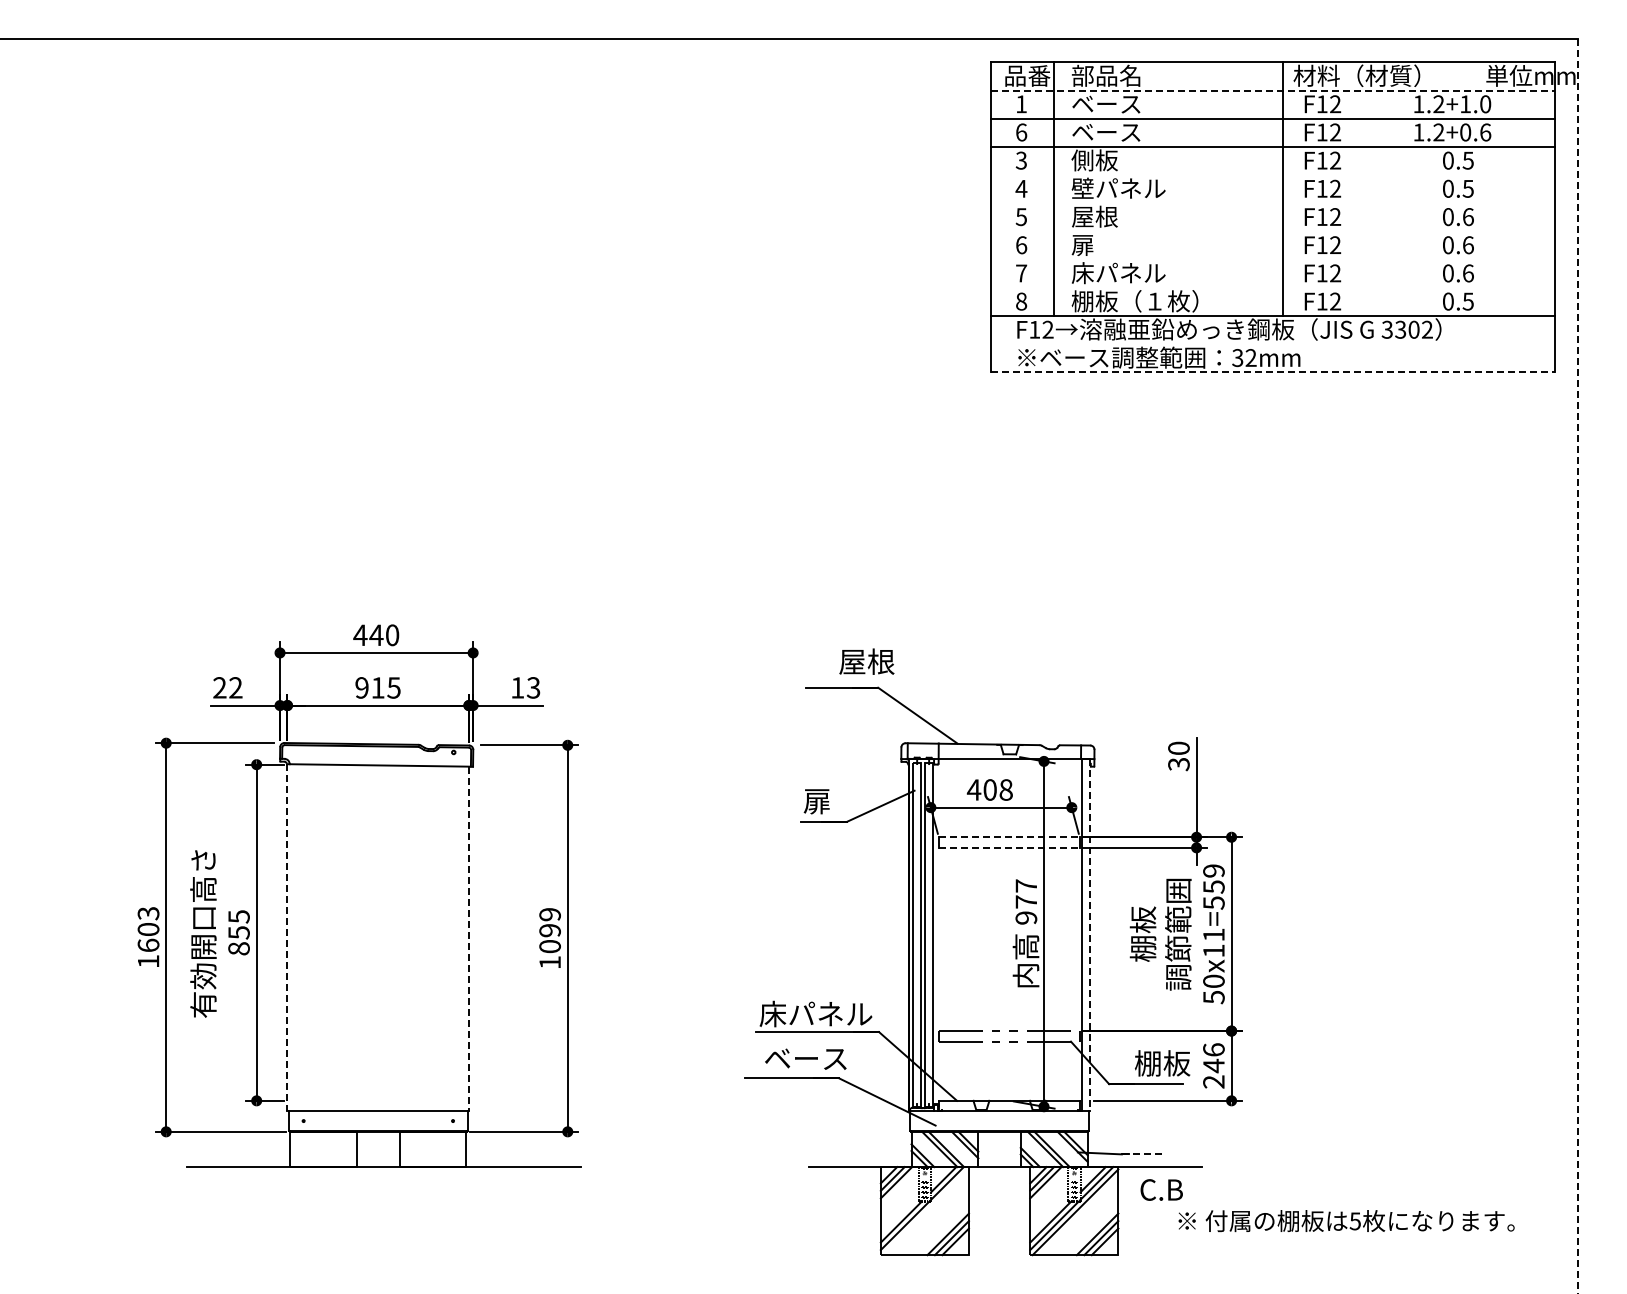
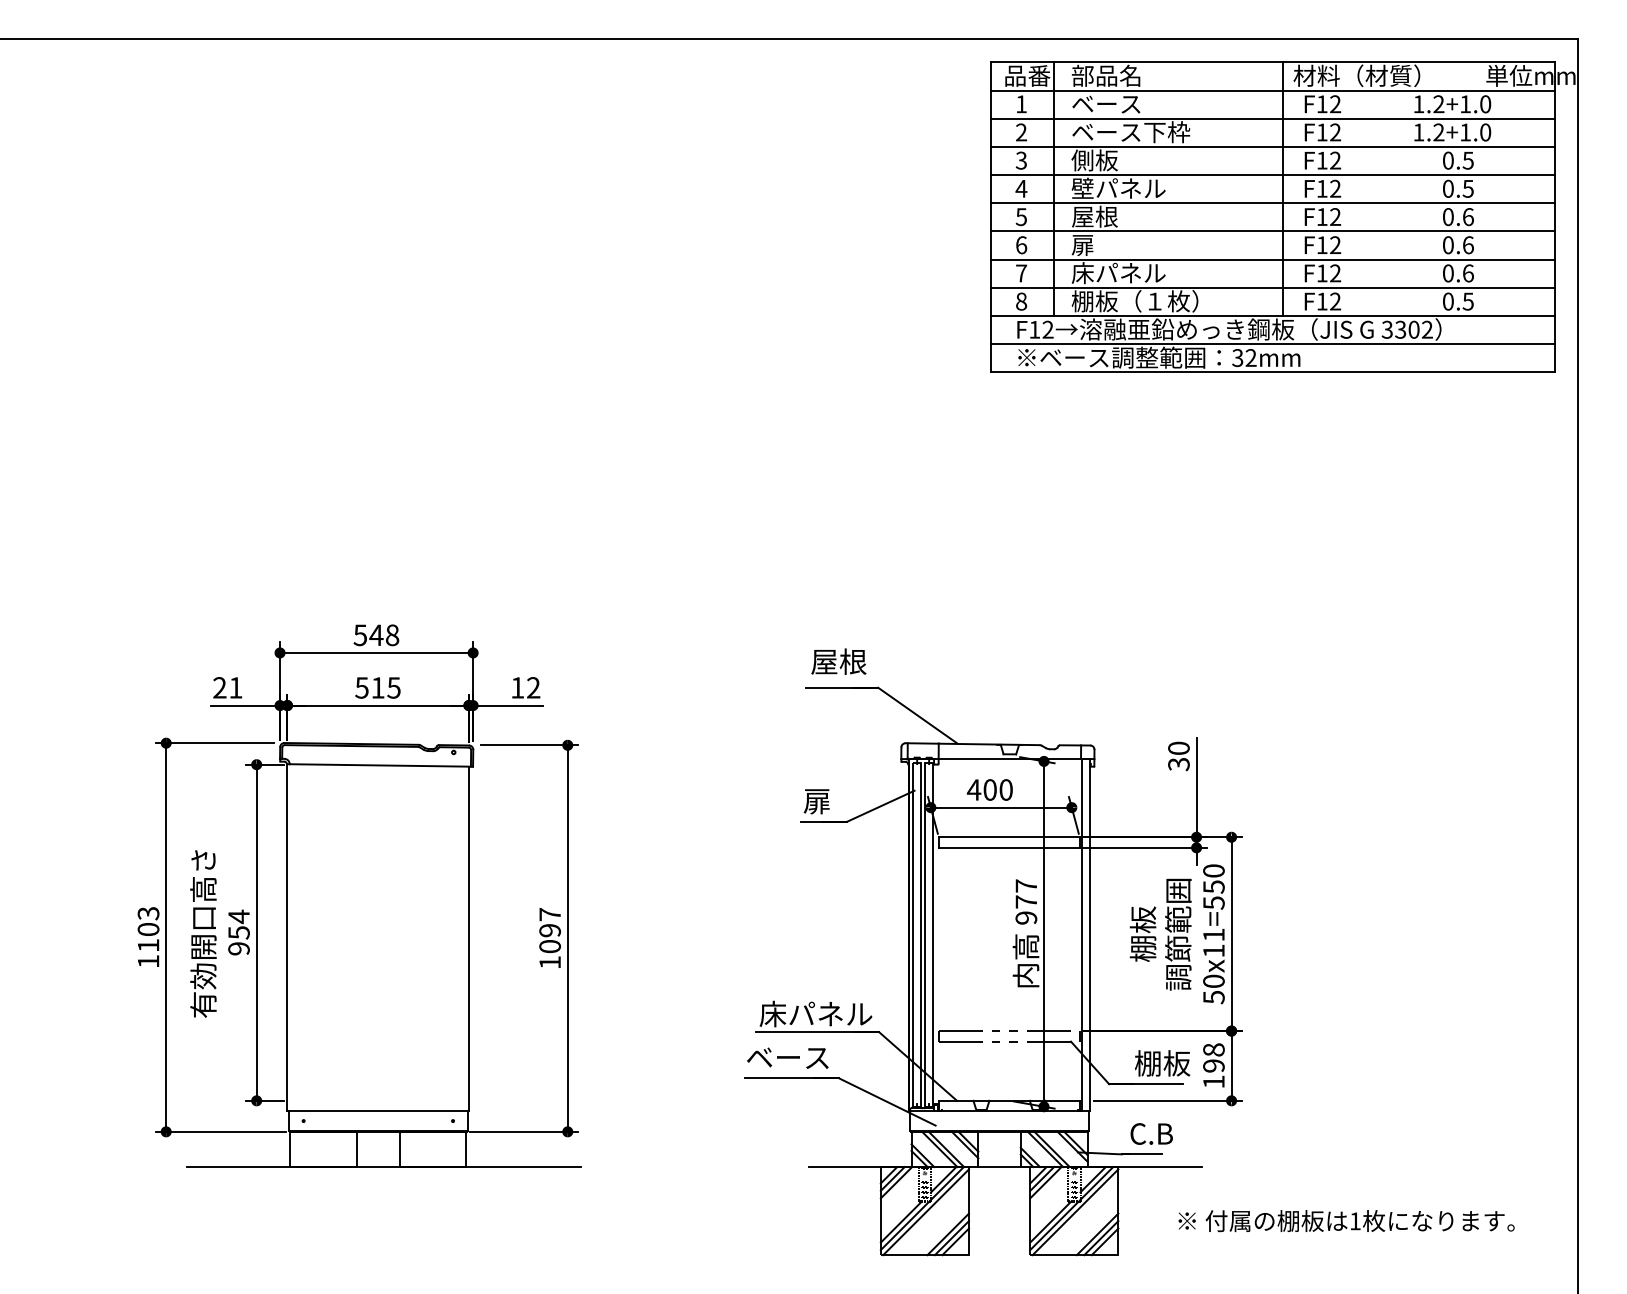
line at (1272, 90): dashed -> solid
text at (1021, 132): 6 -> 2
text at (1167, 132): ベース -> ベース下枠
text at (1475, 132): 1.2+0.6 -> 1.2+1.0
line at (1272, 175): none -> present
line at (1272, 203): none -> present
line at (1272, 231): none -> present
line at (1272, 259): none -> present
line at (1272, 287): none -> present
line at (1272, 344): none -> present
line at (1272, 372): dashed -> solid
text at (376, 635): 440 -> 548
text at (866, 661) position: (866, 661) -> (838, 661)
line at (1578, 666): dashed -> solid
text at (235, 687): 22 -> 21
text at (361, 687): 915 -> 515
text at (533, 687): 13 -> 12
text at (1005, 789): 408 -> 400
line at (1009, 837): dashed -> solid
line at (1009, 847): dashed -> solid
text at (1213, 870): 50x11=559 -> 50x11=550
text at (549, 914): 1099 -> 1097
text at (238, 932): 855 -> 954
line at (1090, 935): dashed -> solid
line at (287, 937): dashed -> solid
line at (468, 939): dashed -> solid
text at (148, 944): 1603 -> 1103
text at (805, 1058) position: (805, 1058) -> (787, 1057)
text at (1213, 1065): 246 -> 198
line at (1142, 1154): dashed -> solid
text at (1161, 1189) position: (1161, 1189) -> (1151, 1133)
line at (925, 1212): none -> present
text at (1354, 1221): 5 -> 1
